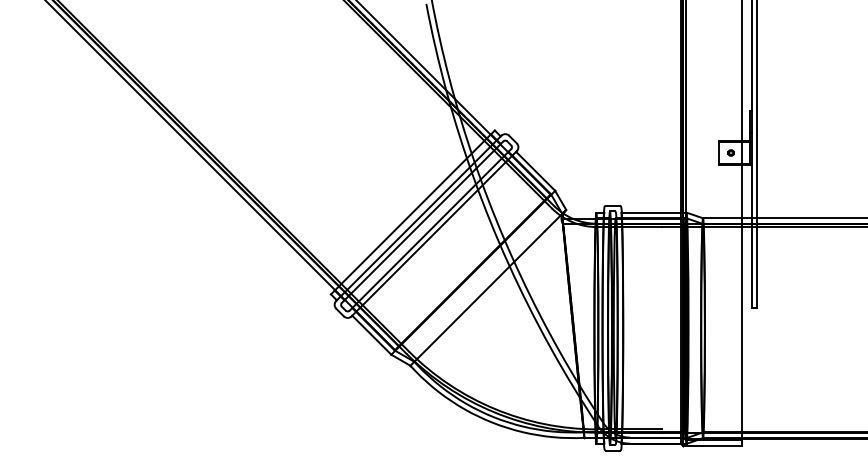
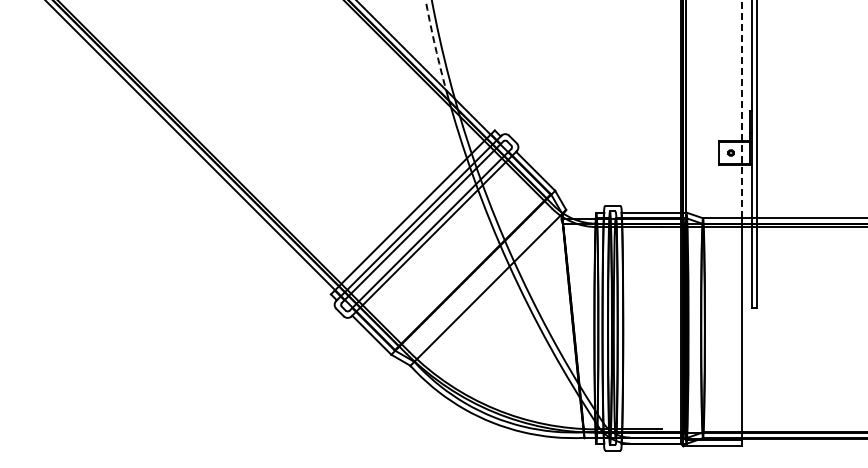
arc at (435, 47): solid -> dashed
line at (742, 109): solid -> dashed
